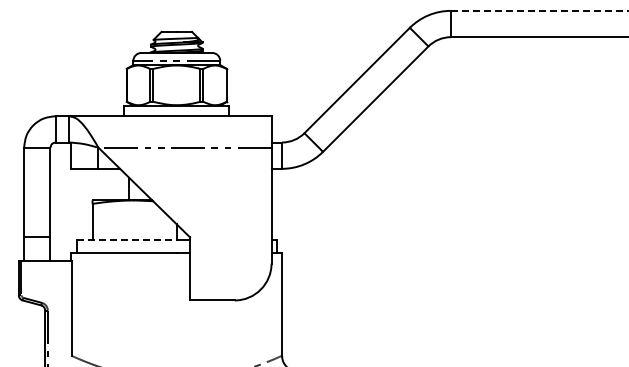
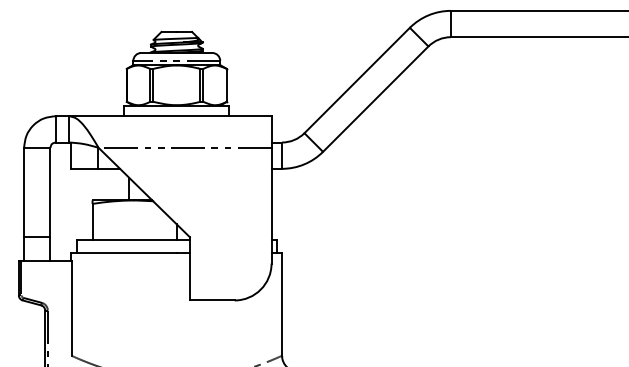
line at (539, 10): dashed -> solid
line at (127, 239): dashed -> solid
